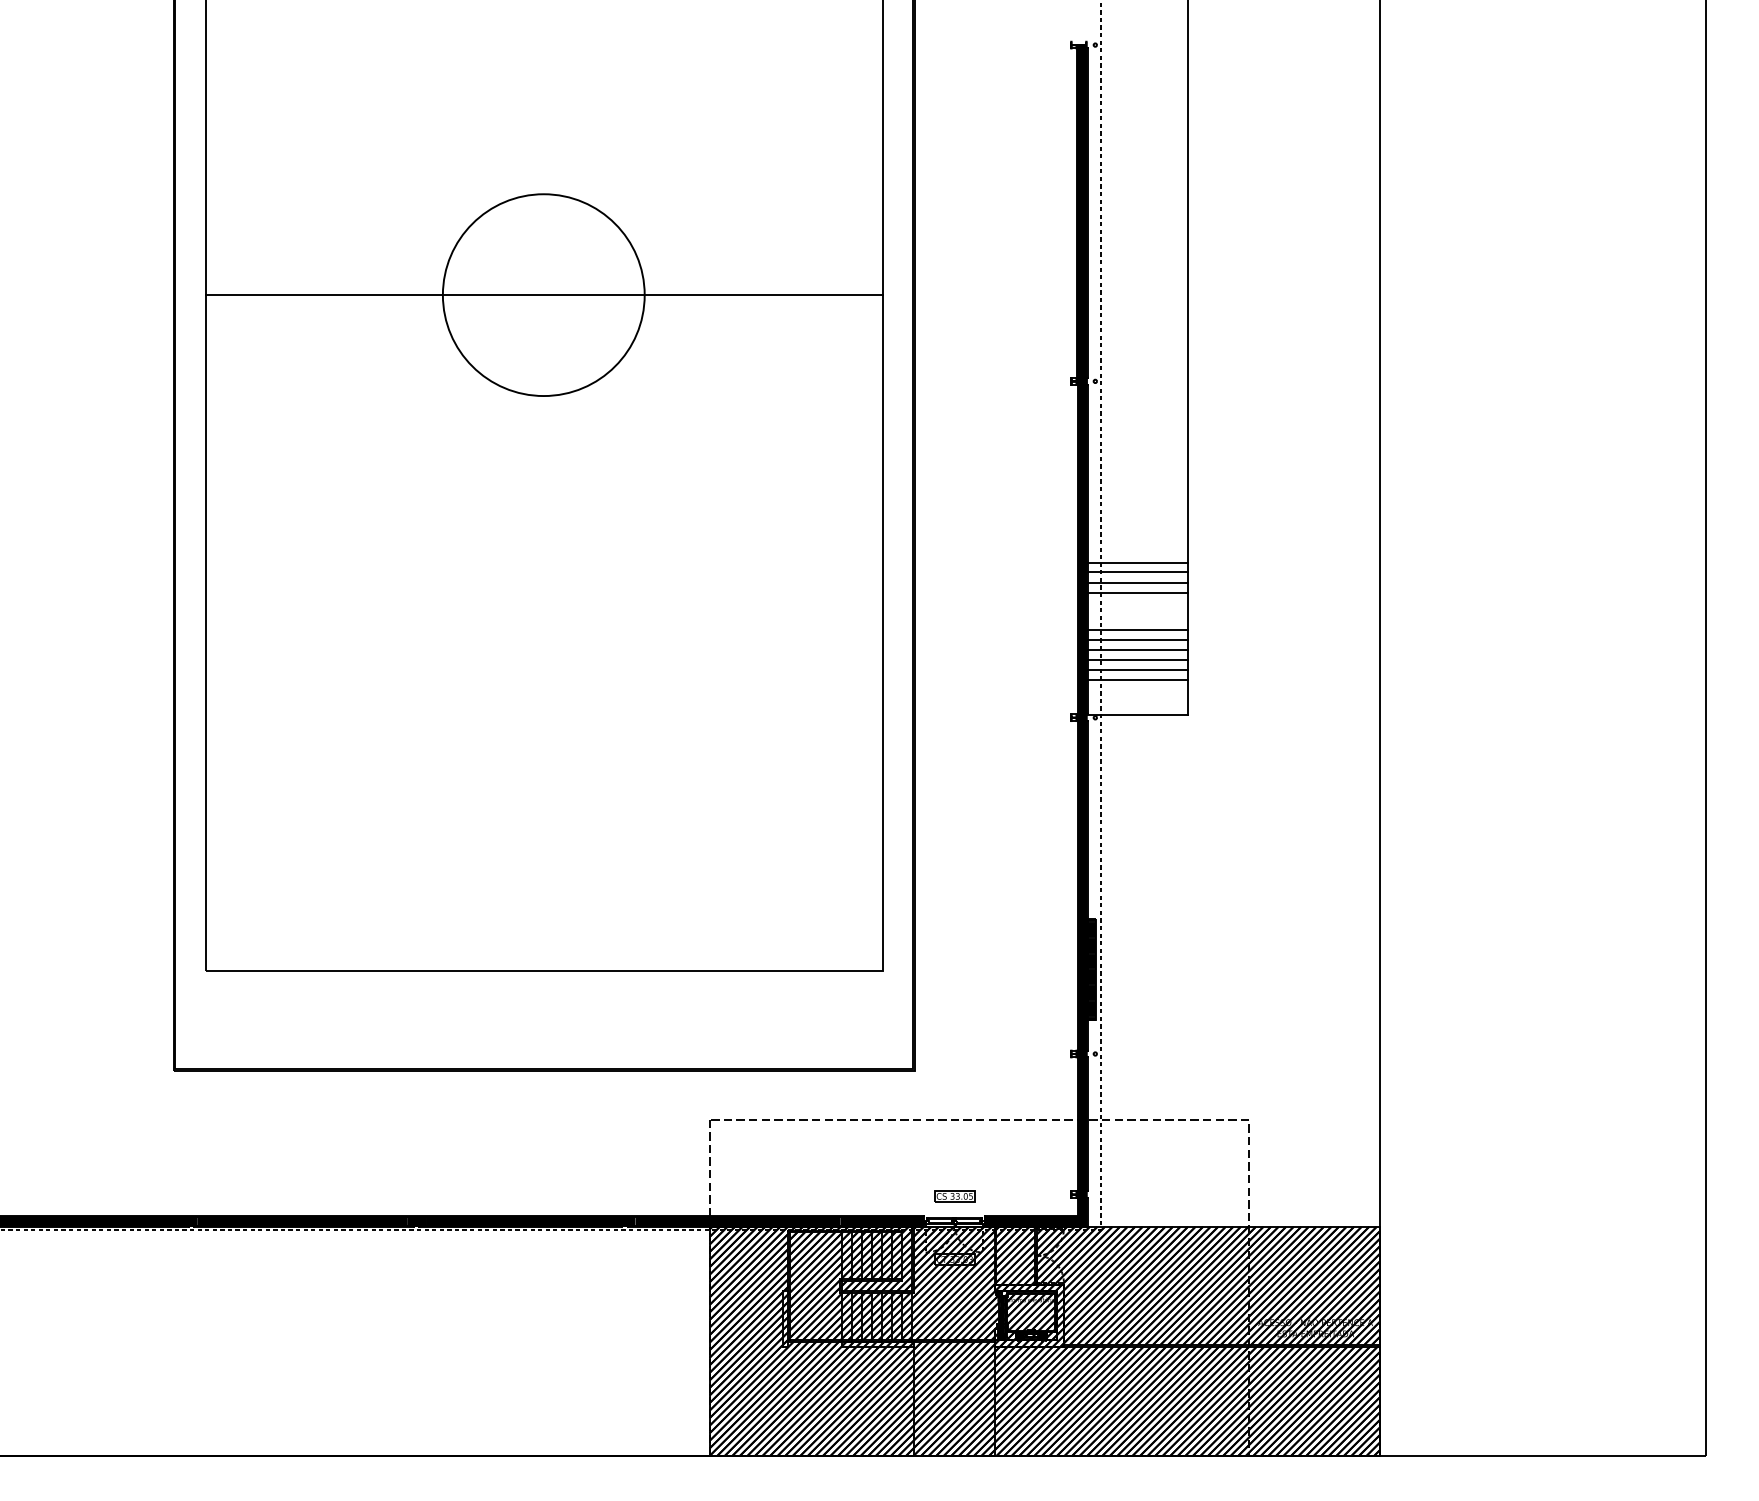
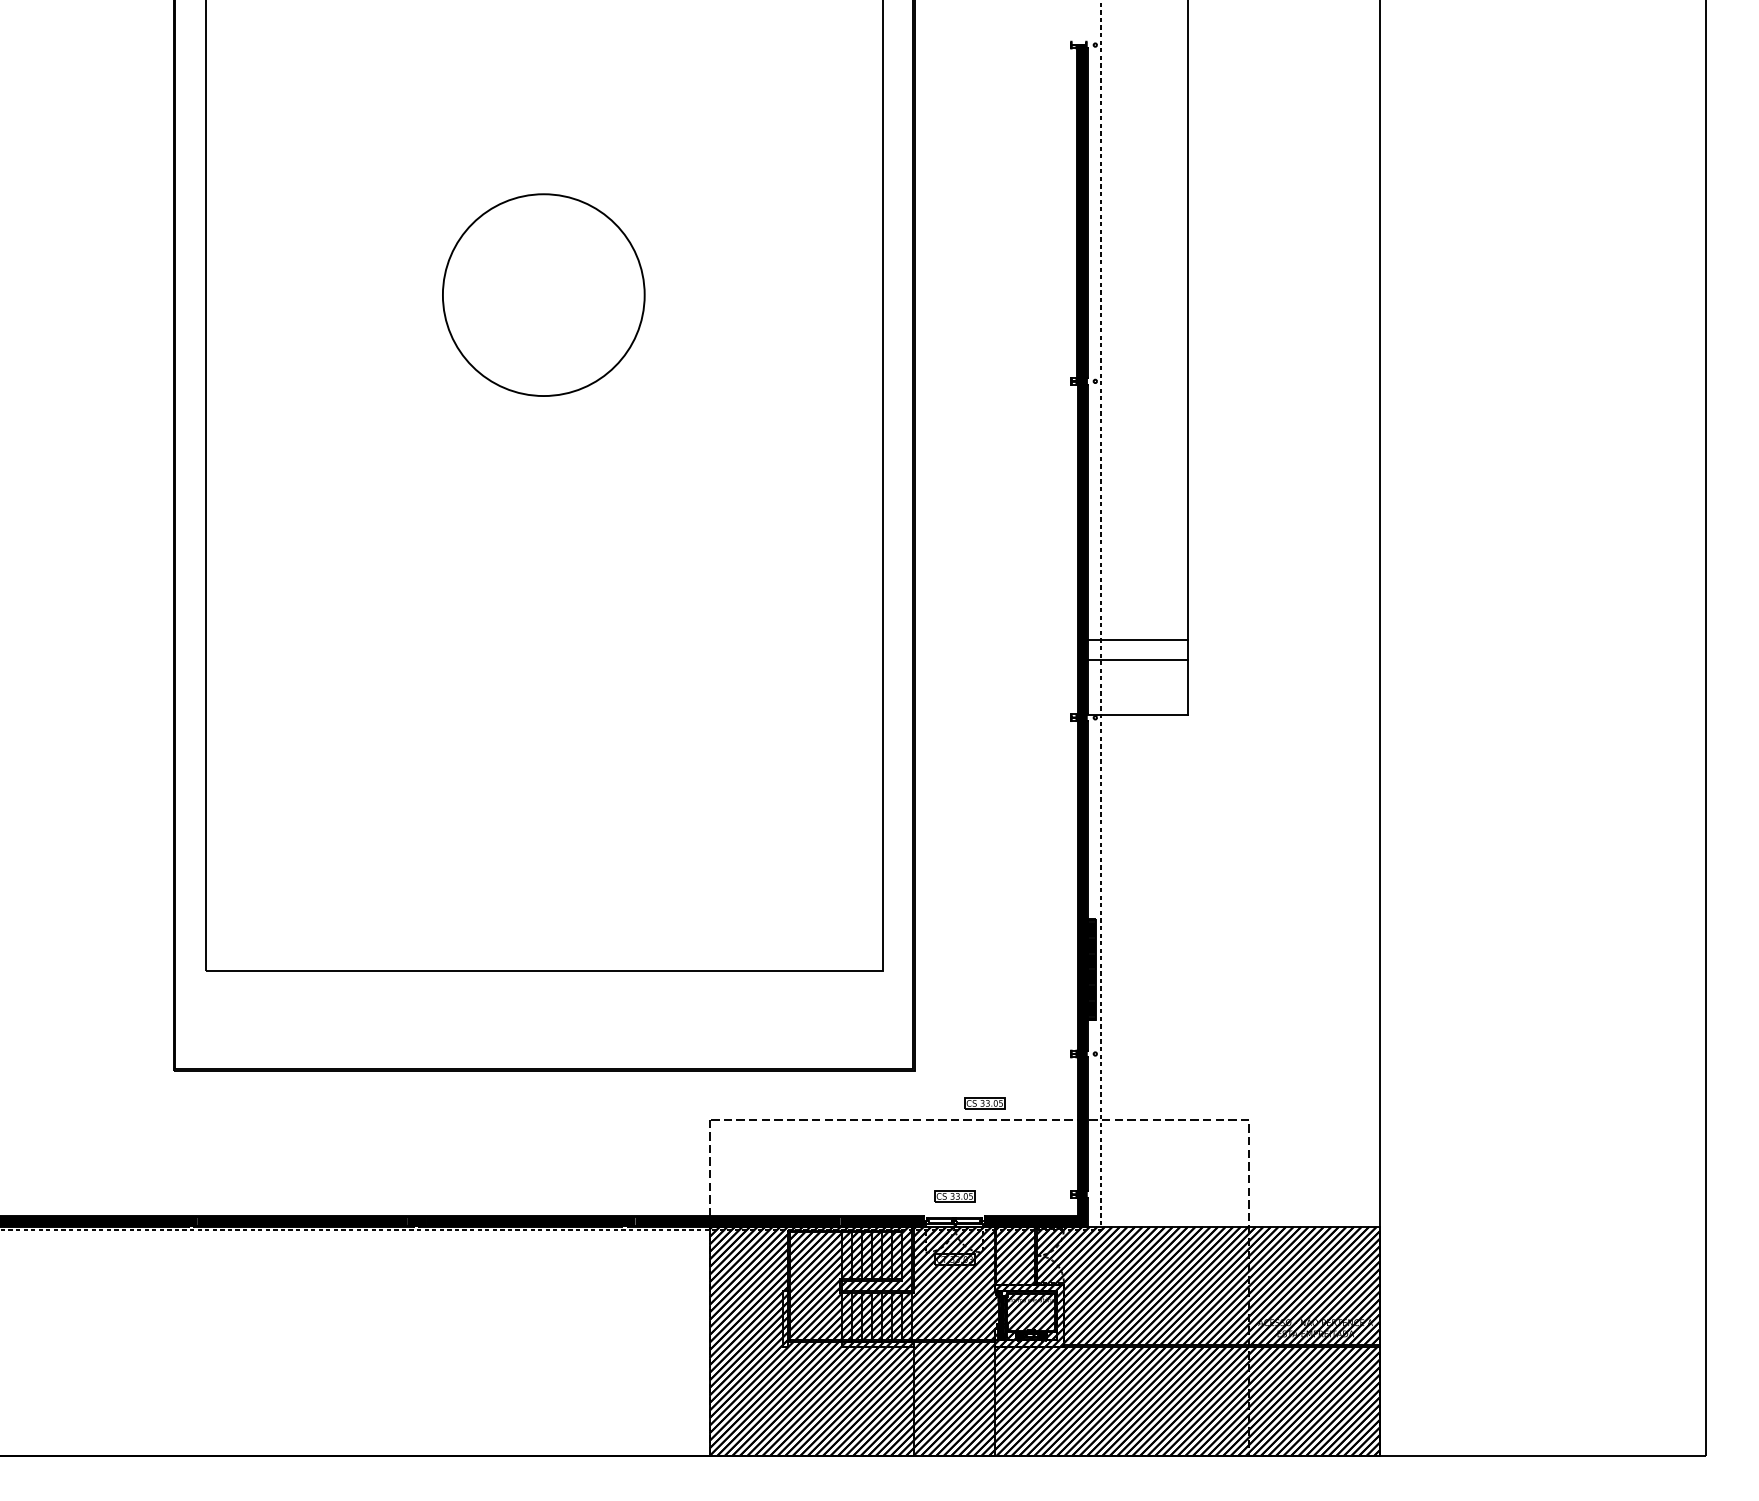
line at (543, 295): present -> none
line at (1137, 562): present -> none
line at (1137, 572): present -> none
line at (1137, 582): present -> none
line at (1137, 592): present -> none
line at (1137, 629): present -> none
line at (1137, 650): present -> none
line at (1137, 670): present -> none
line at (1137, 680): present -> none
part at (984, 1103): none -> present
